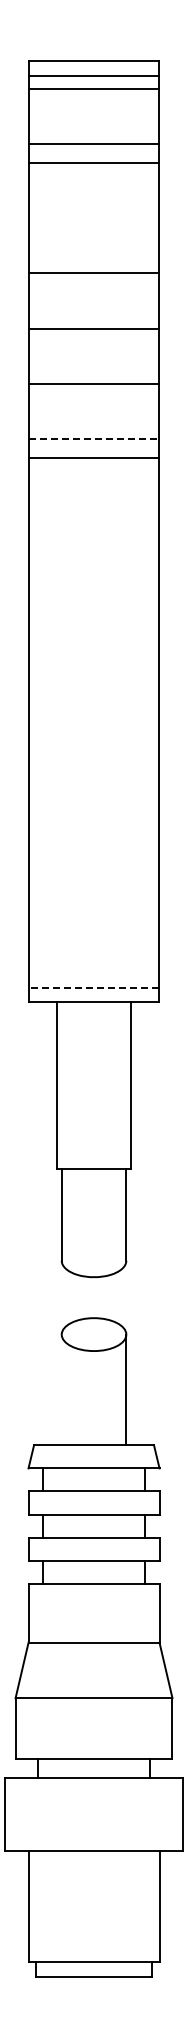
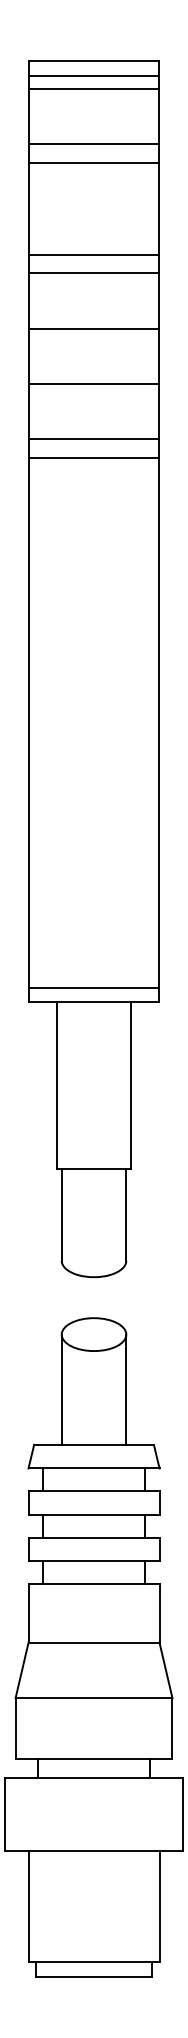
line at (93, 254): none -> present
line at (94, 439): dashed -> solid
line at (94, 987): dashed -> solid
line at (61, 1389): none -> present
